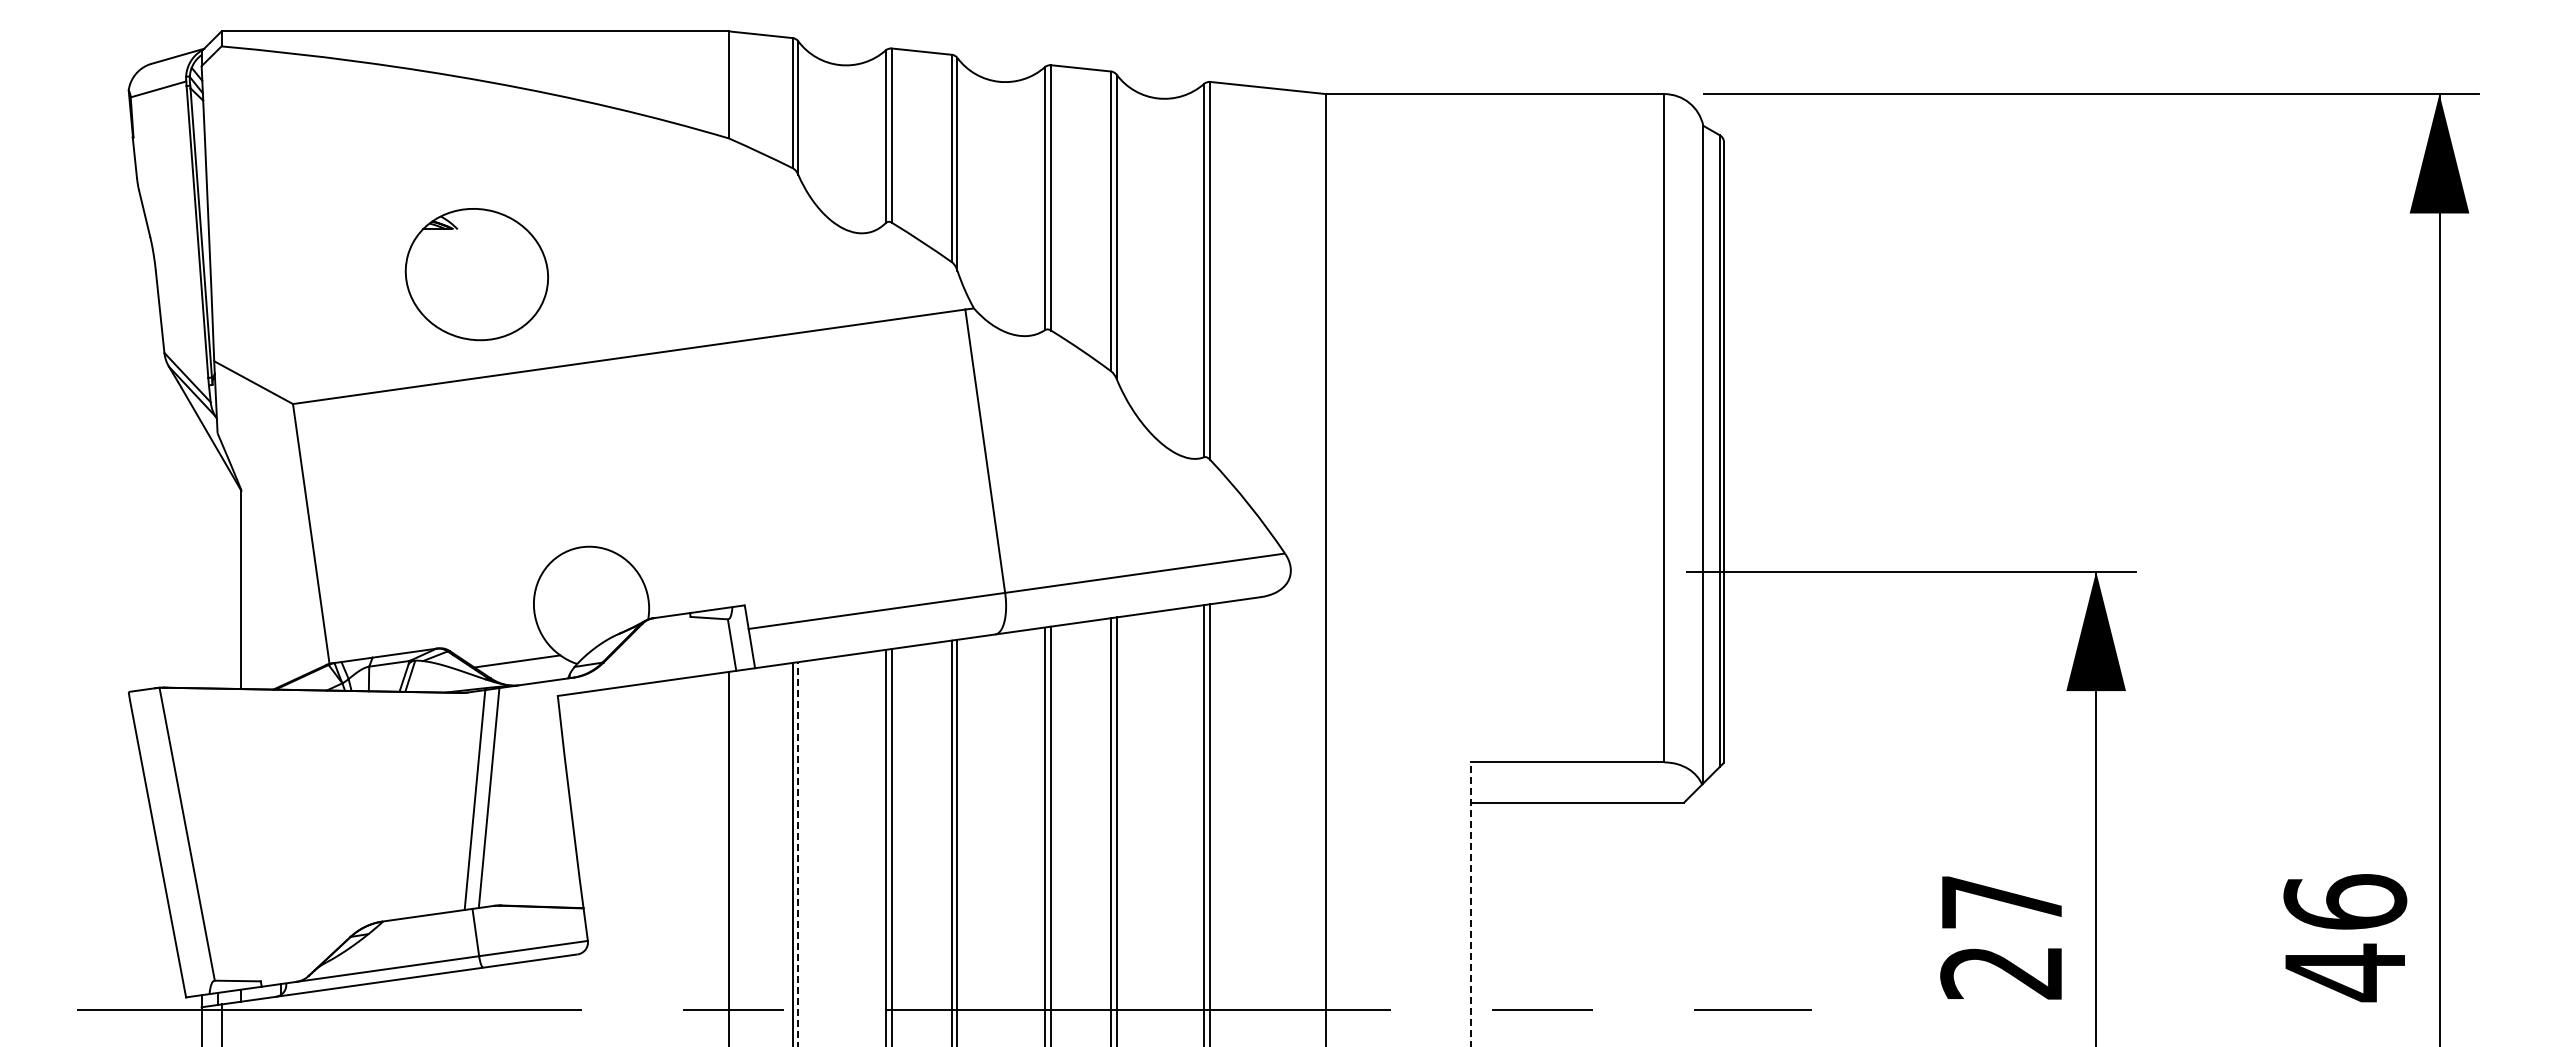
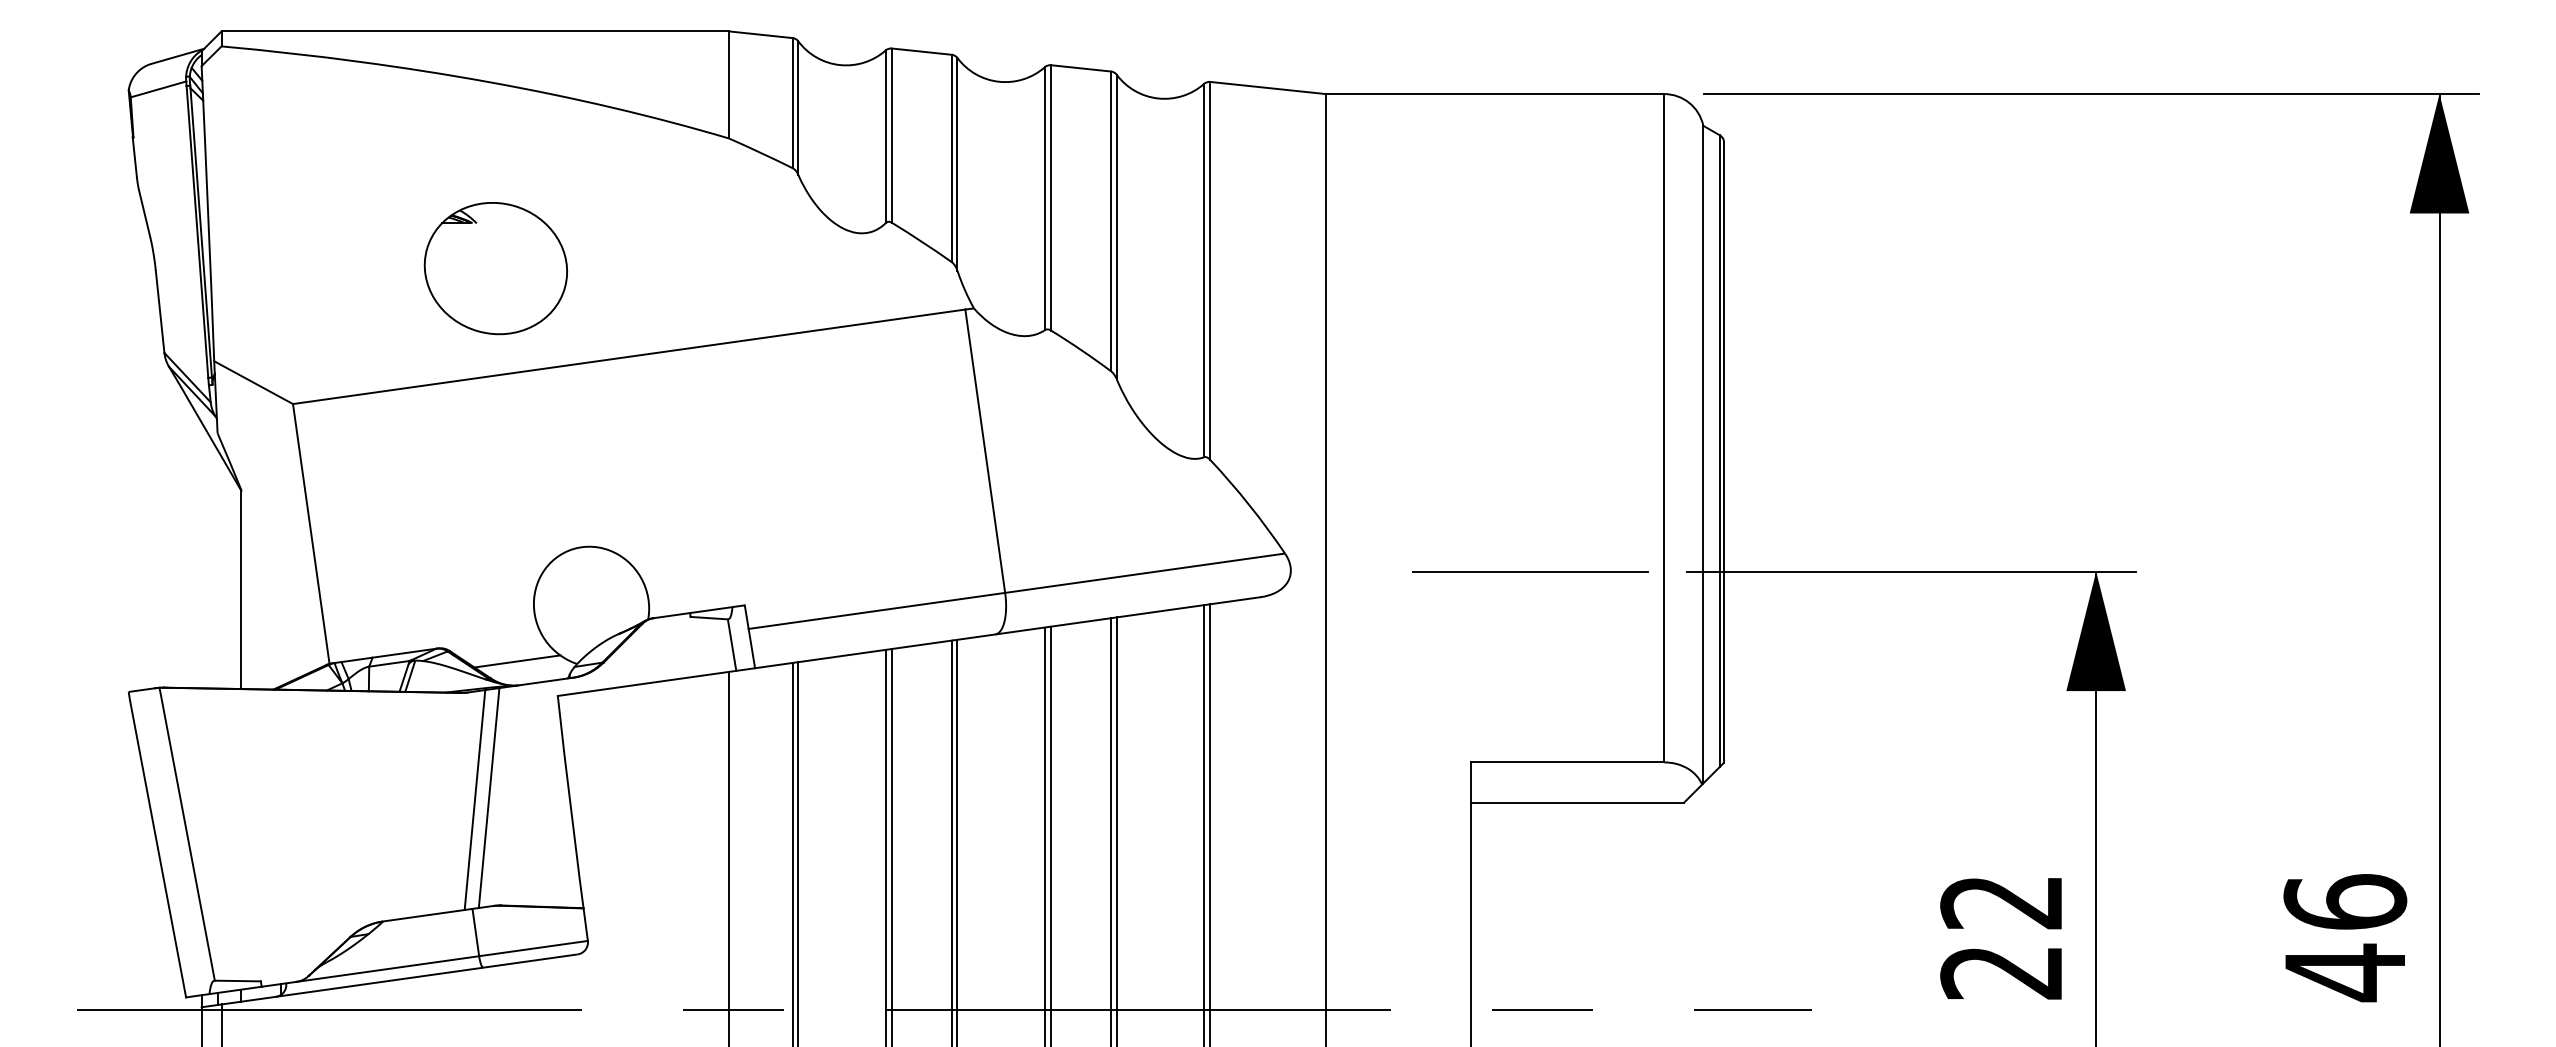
part at (476, 274) position: (476, 274) -> (495, 268)
line at (1530, 571): none -> present
line at (798, 854): dashed -> solid
text at (2000, 902): 27 -> 22
line at (1471, 904): dashed -> solid
